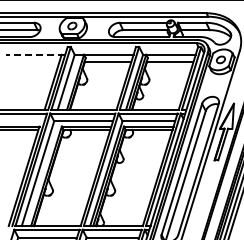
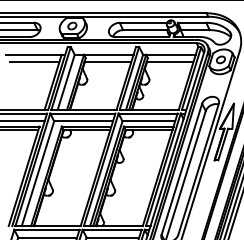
line at (35, 54): dashed -> solid
line at (34, 62): none -> present
line at (23, 121): none -> present
